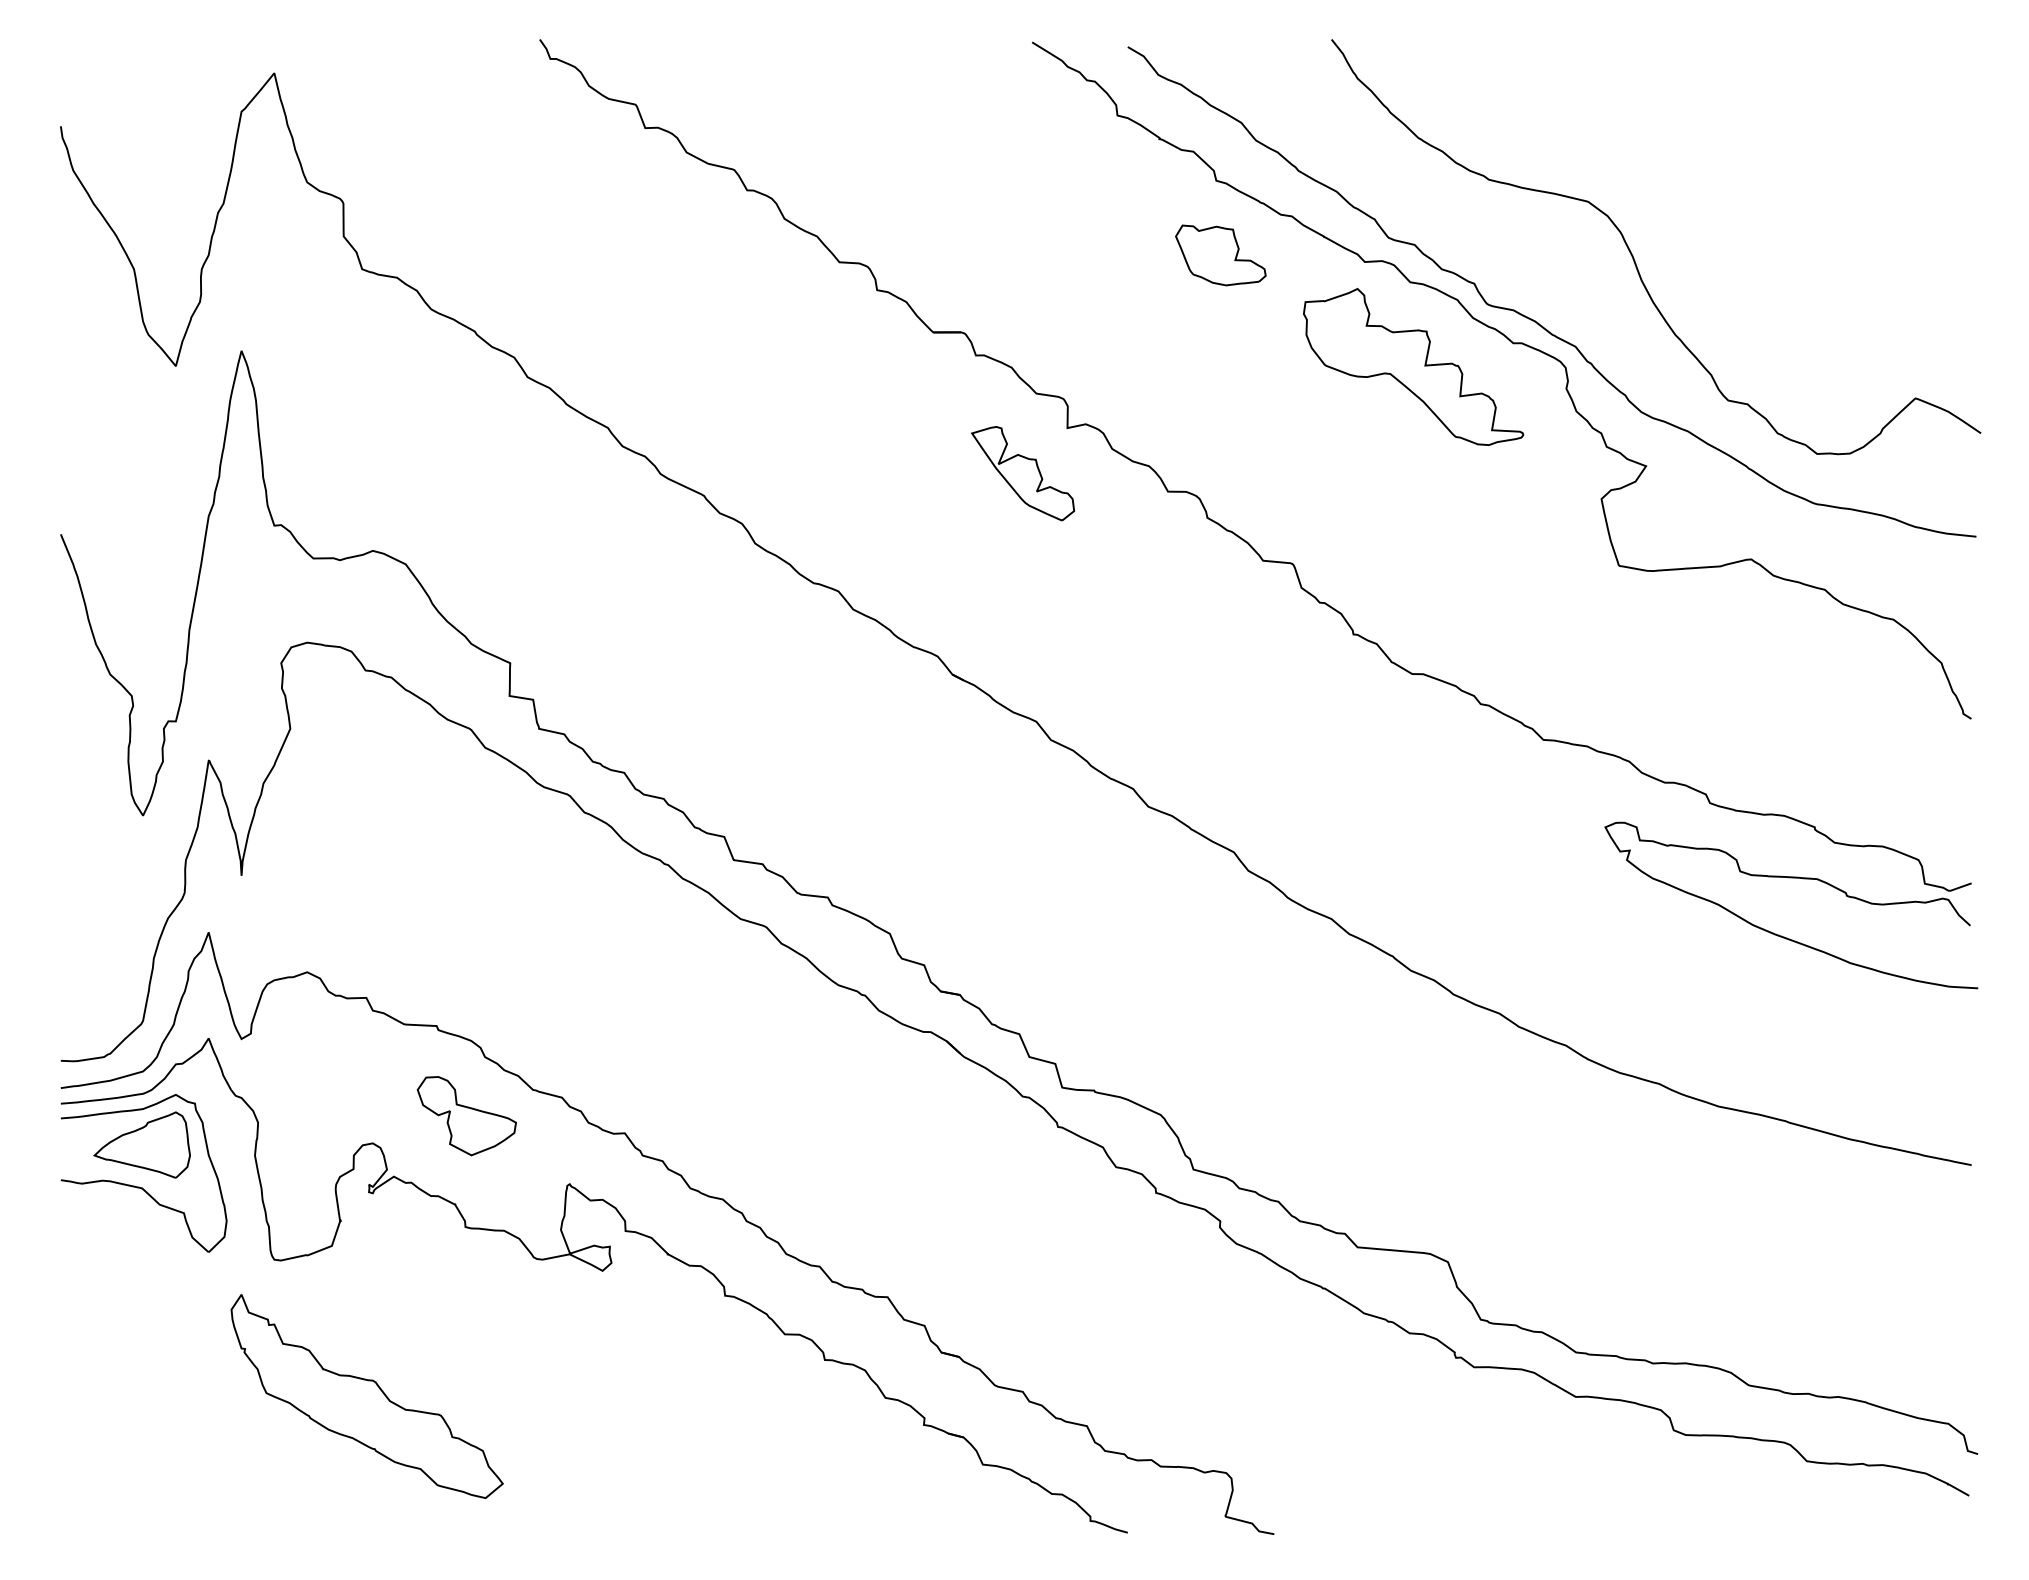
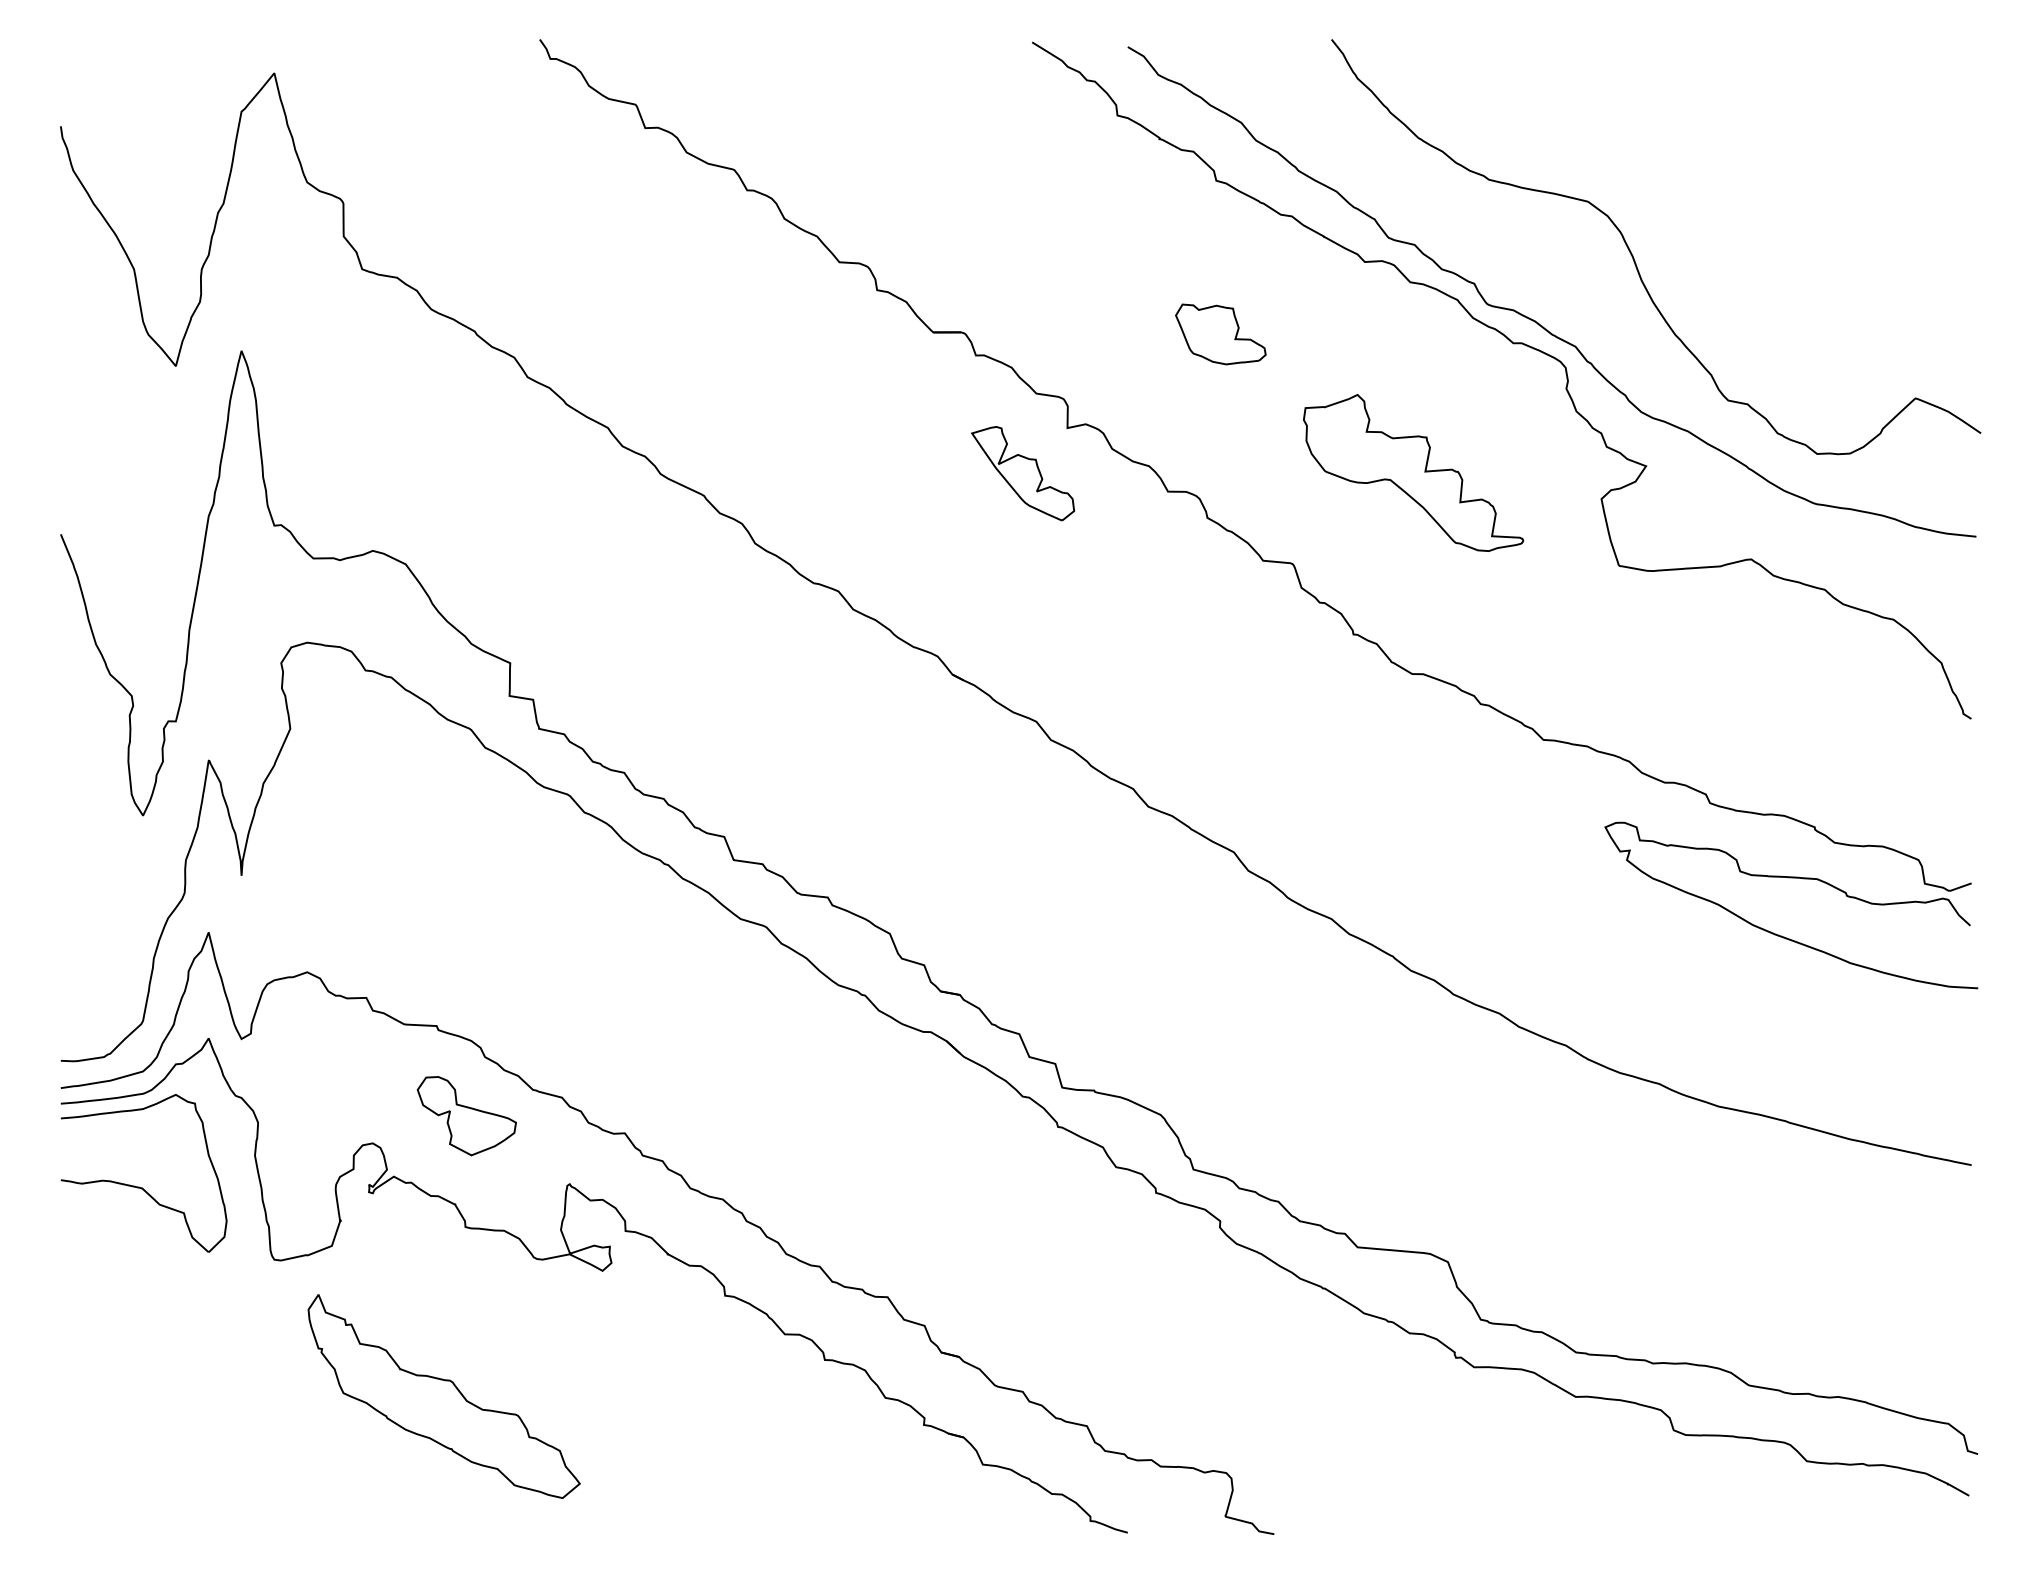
part at (1220, 255) position: (1220, 255) -> (1220, 334)
part at (1413, 366) position: (1413, 366) -> (1413, 472)
part at (141, 1144): present -> none
part at (366, 1396) position: (366, 1396) -> (443, 1396)
